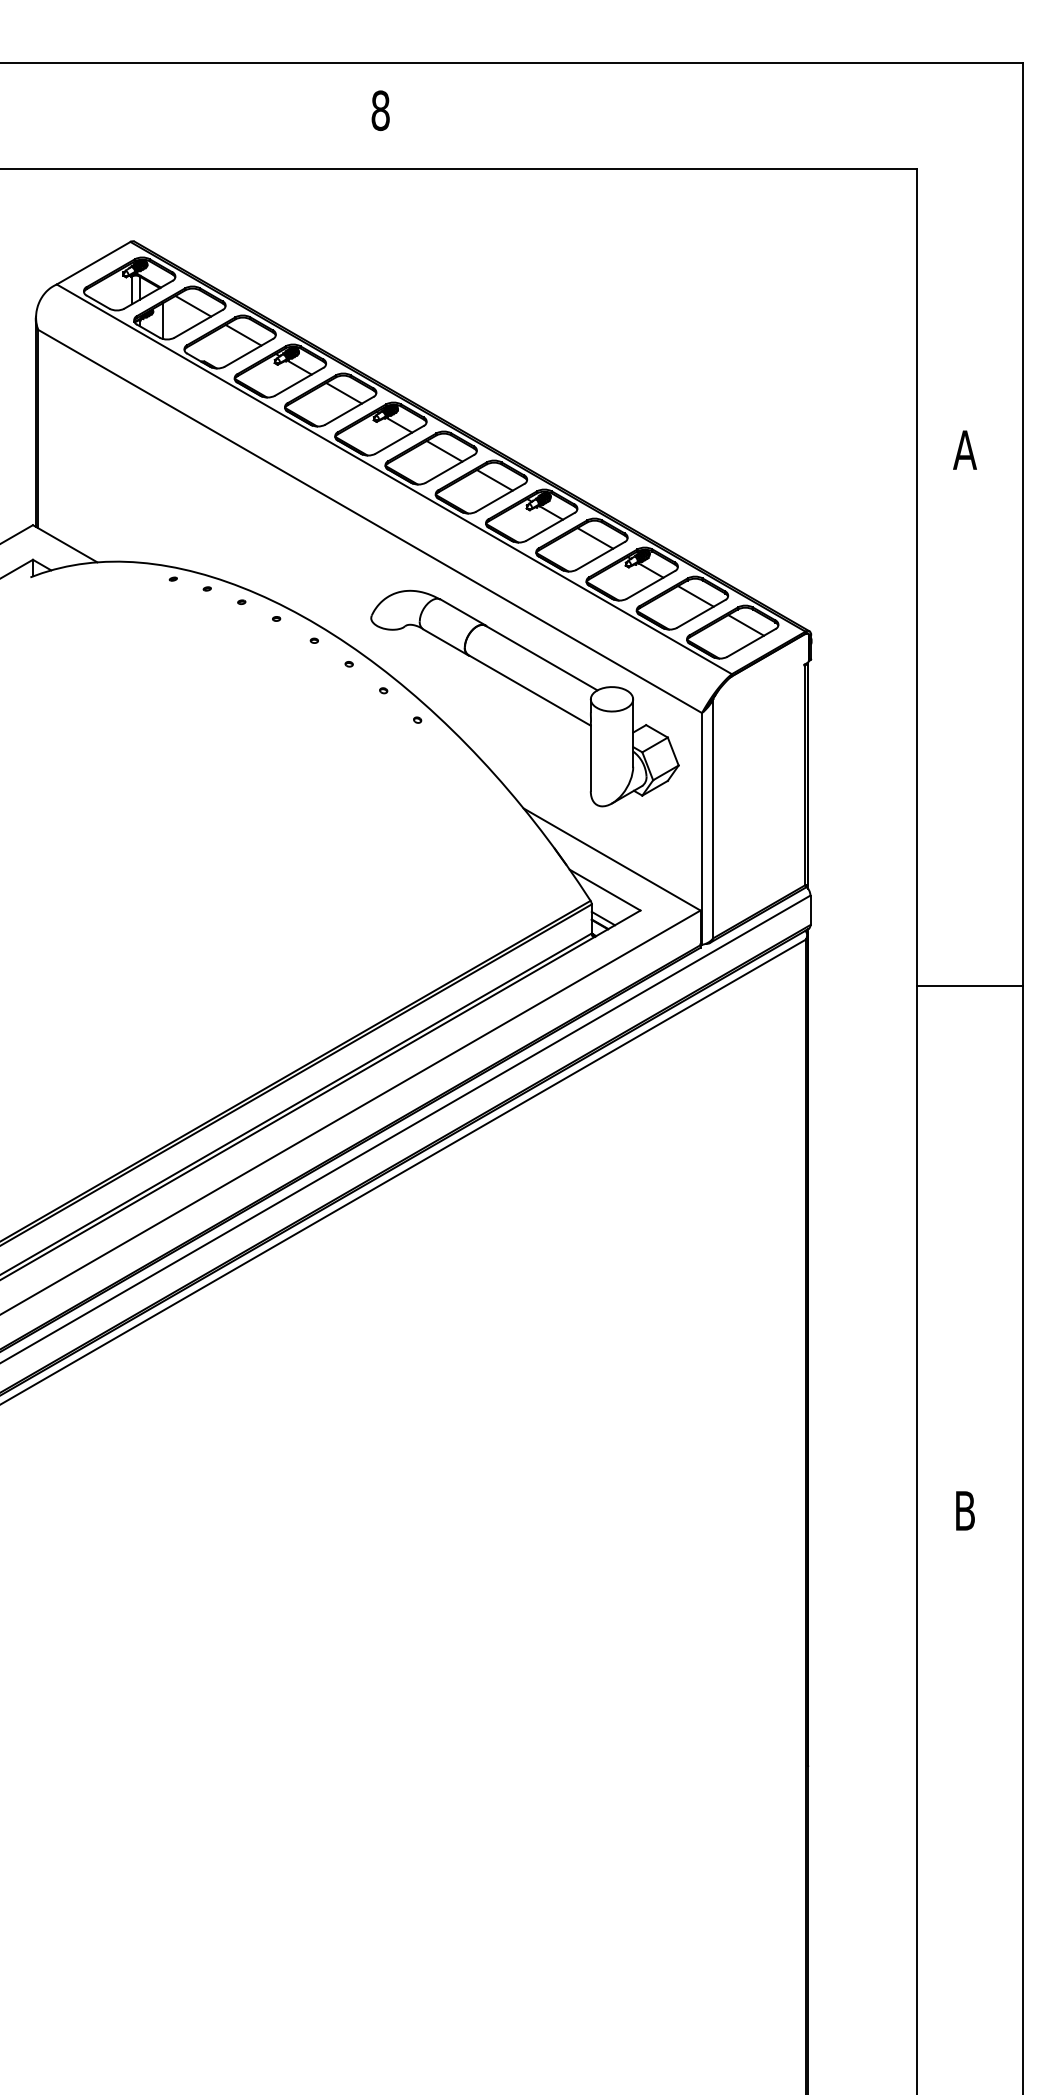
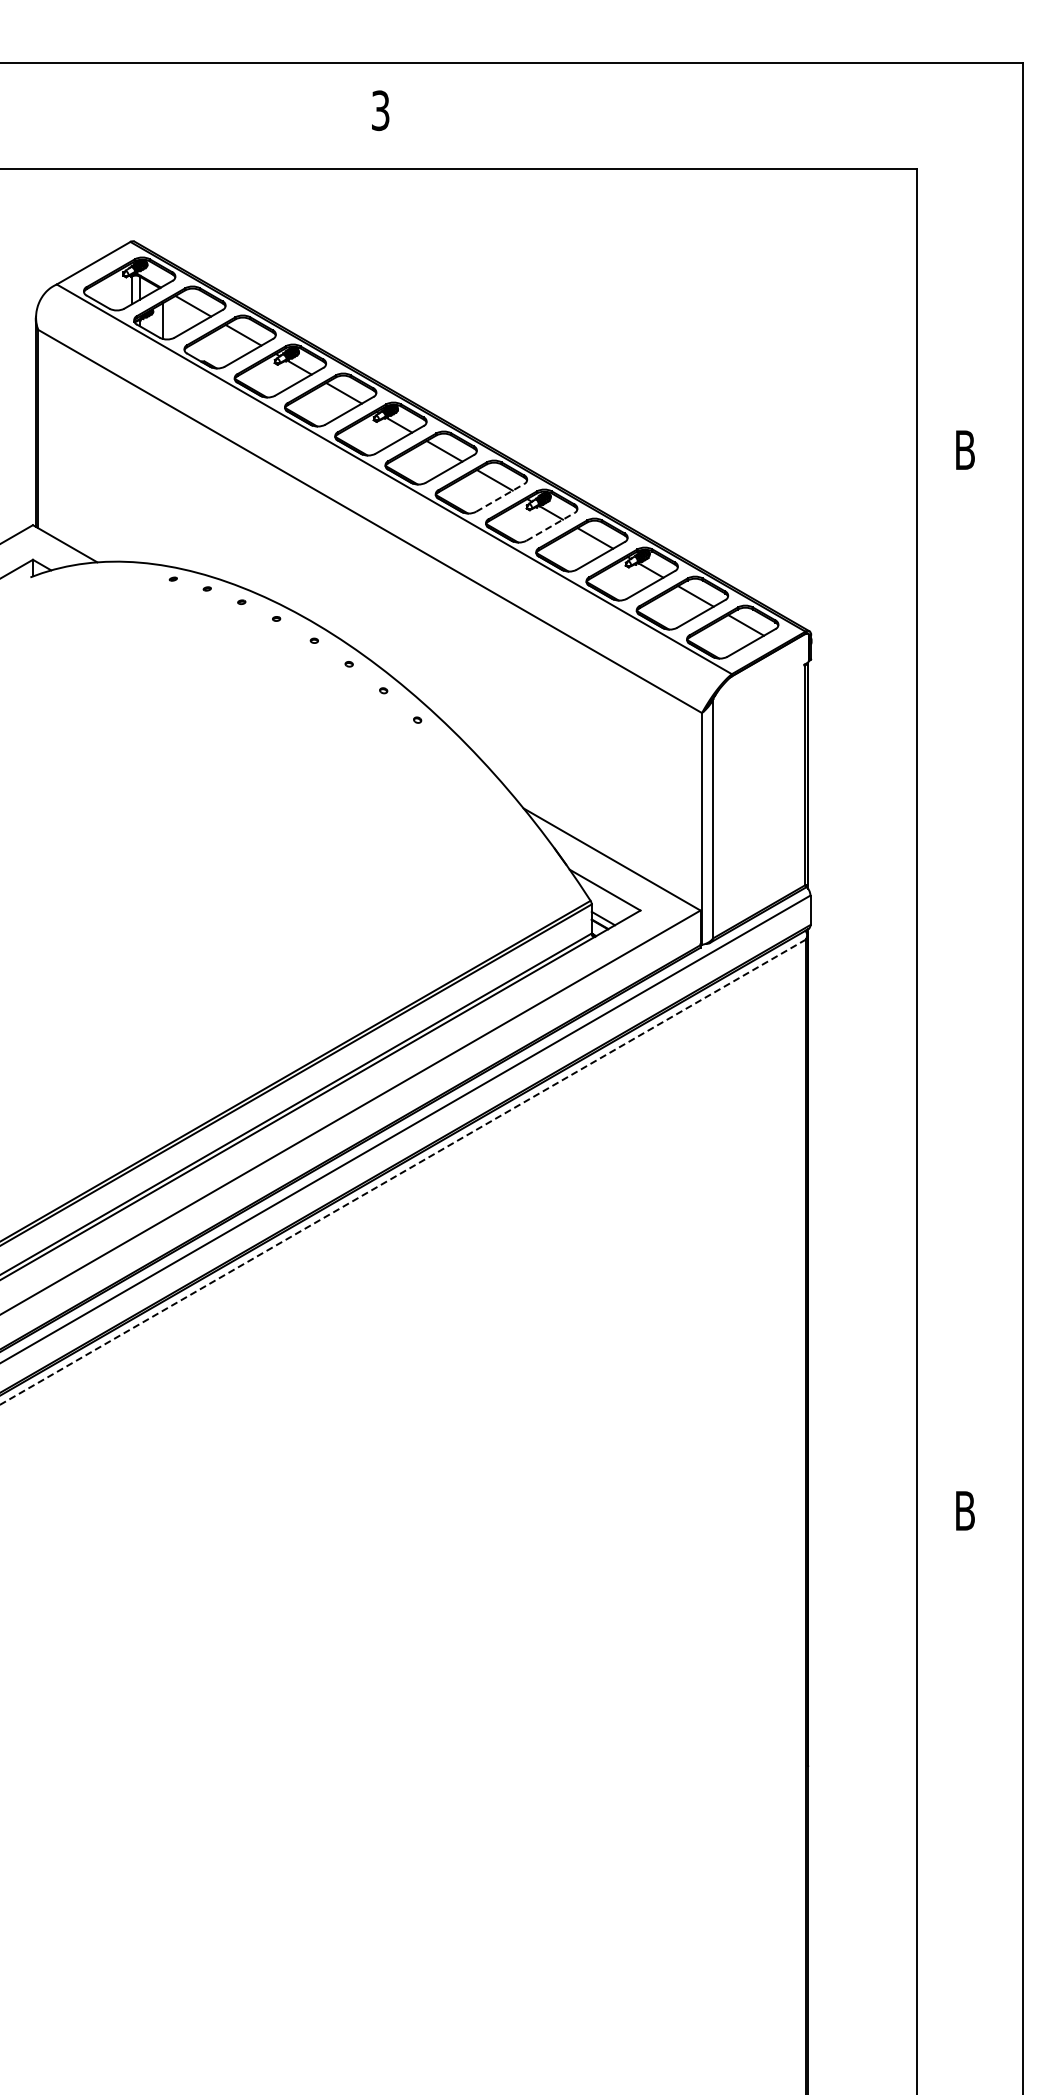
text at (380, 110): 8 -> 3
text at (964, 449): A -> B
line at (500, 497): solid -> dashed
line at (550, 526): solid -> dashed
part at (527, 690): present -> none
line at (970, 985): present -> none
line at (402, 1172): solid -> dashed
